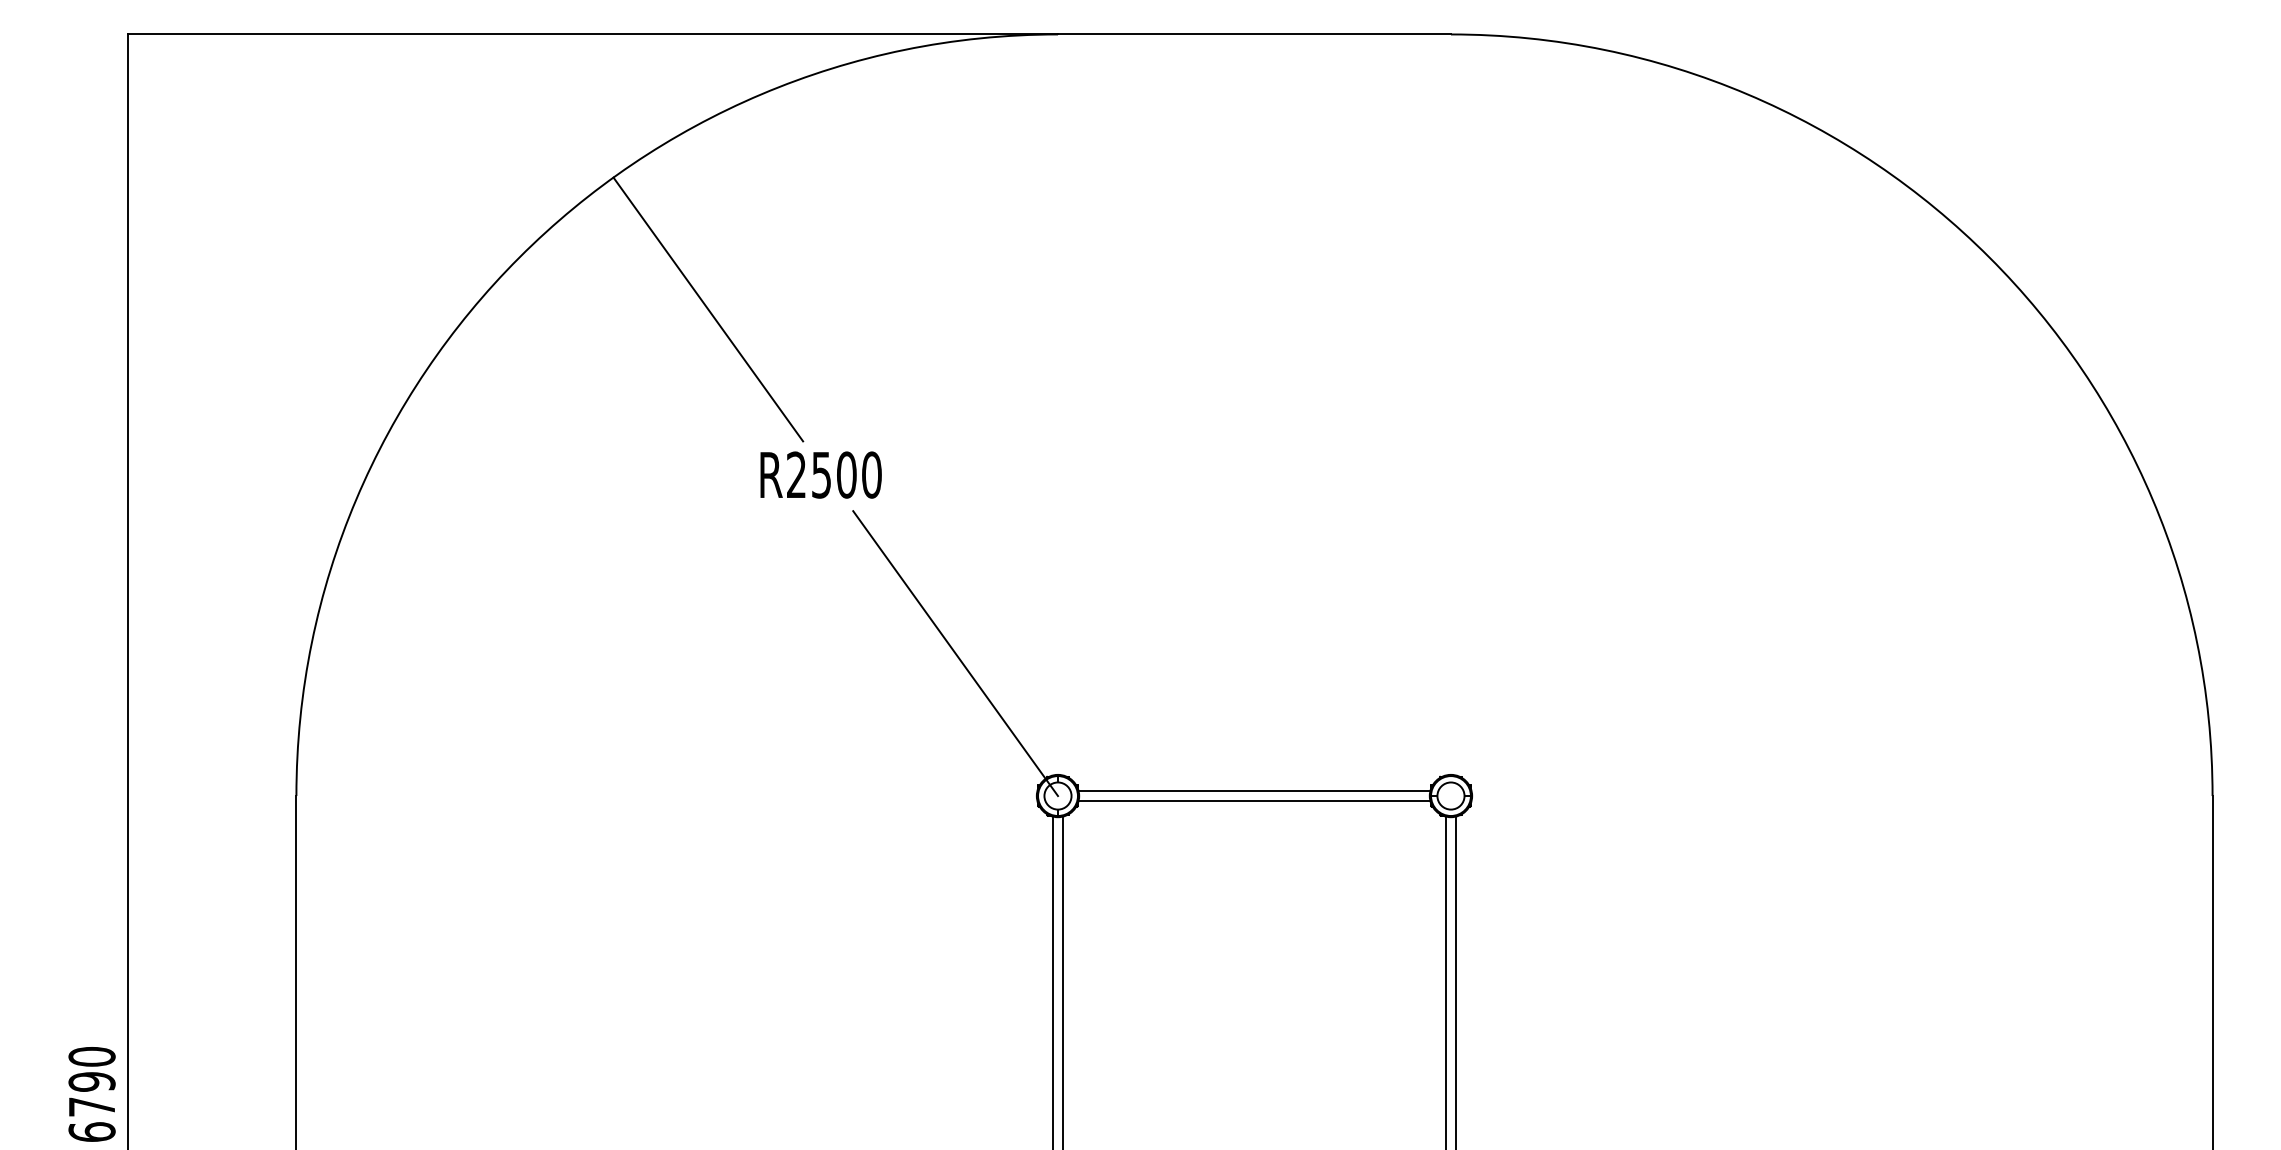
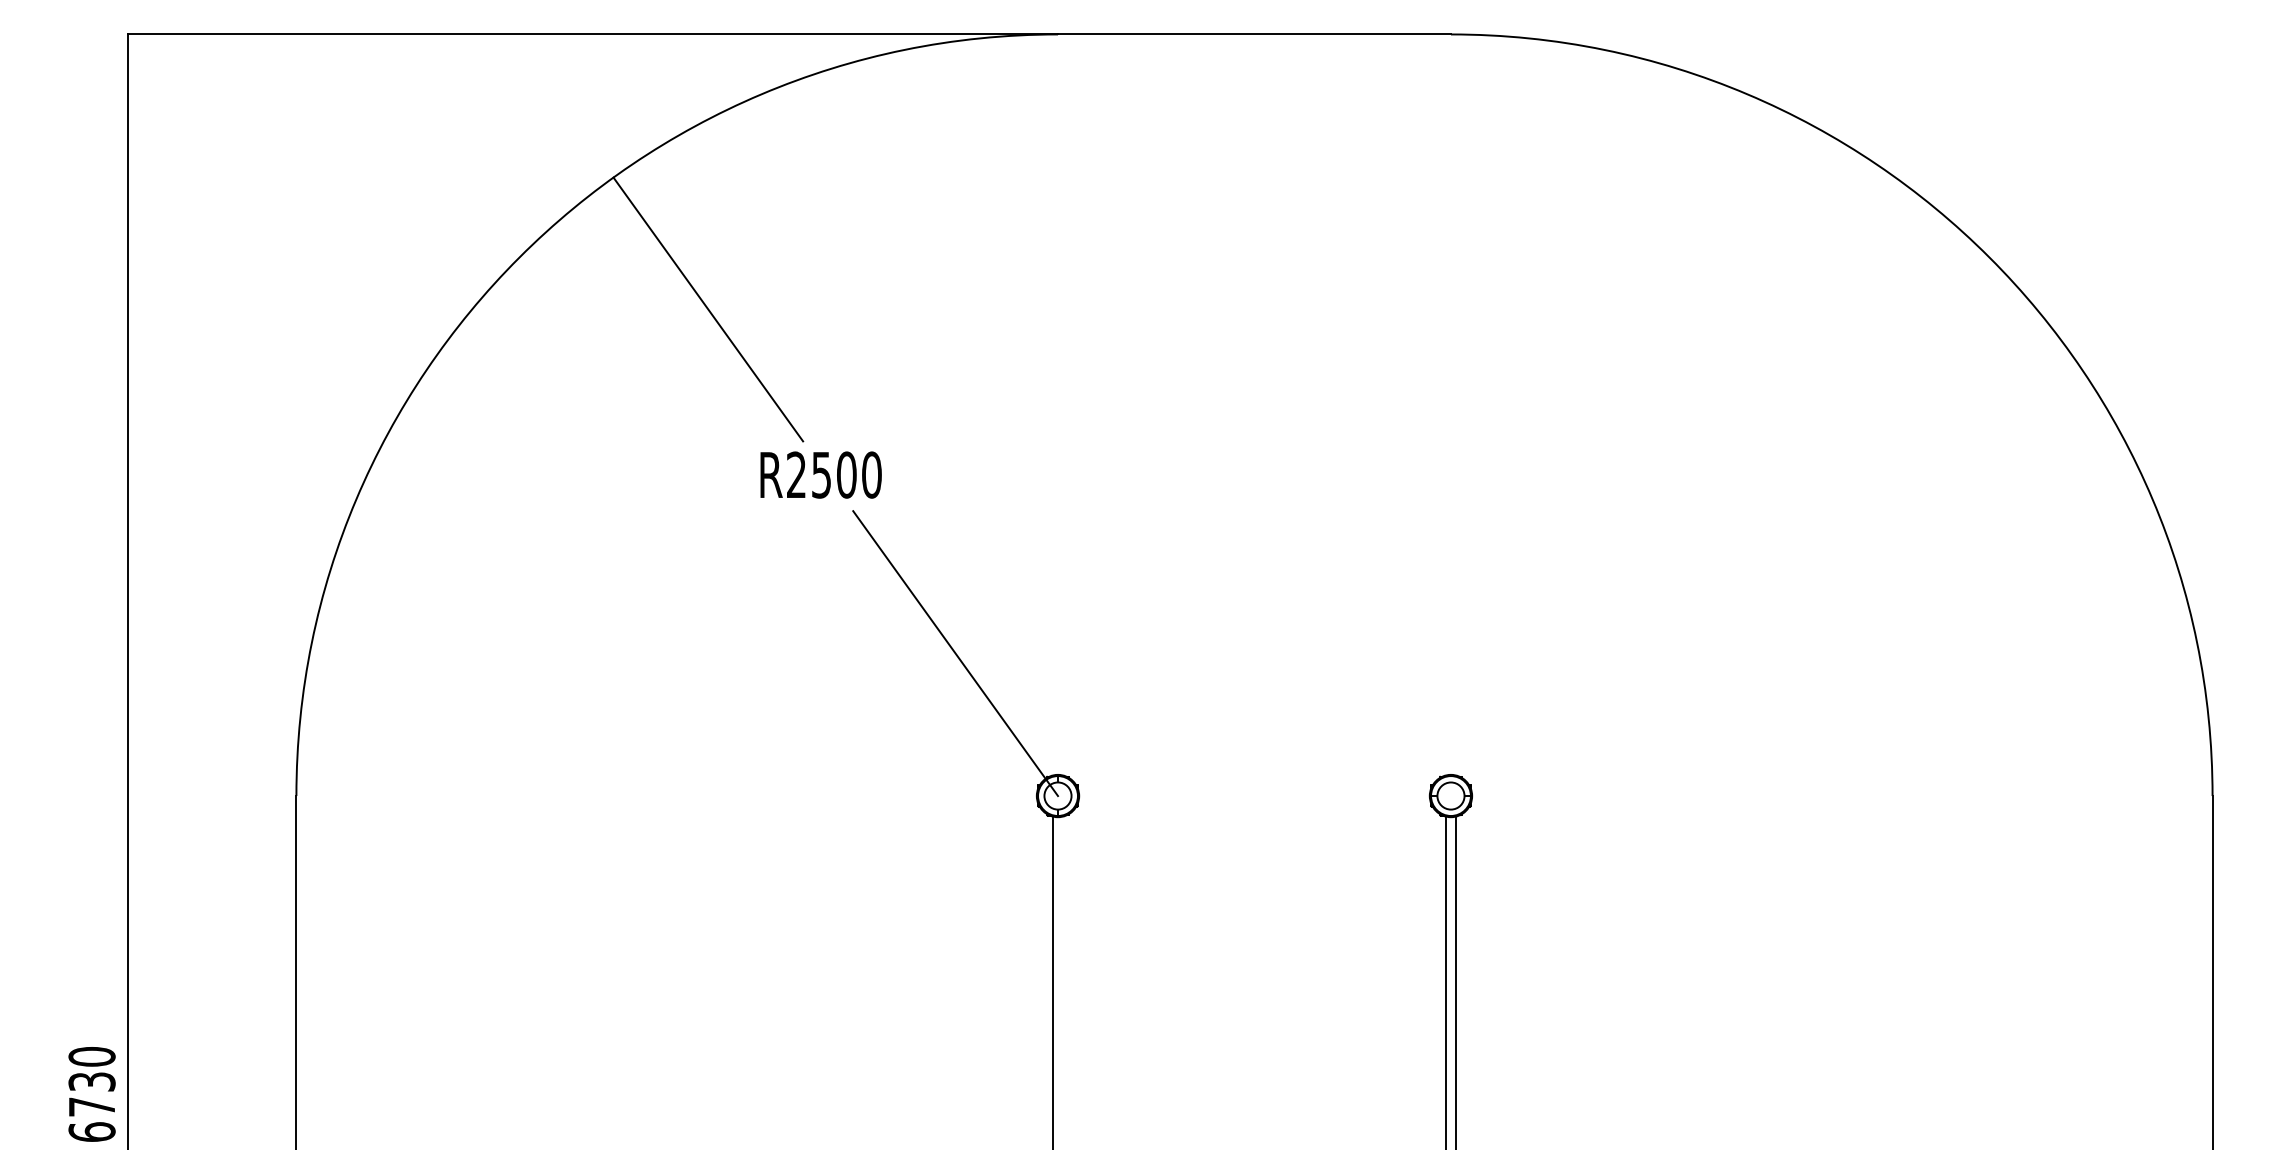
line at (1254, 790): present -> none
line at (1254, 801): present -> none
line at (1063, 981): present -> none
text at (91, 1081): 6790 -> 6730
